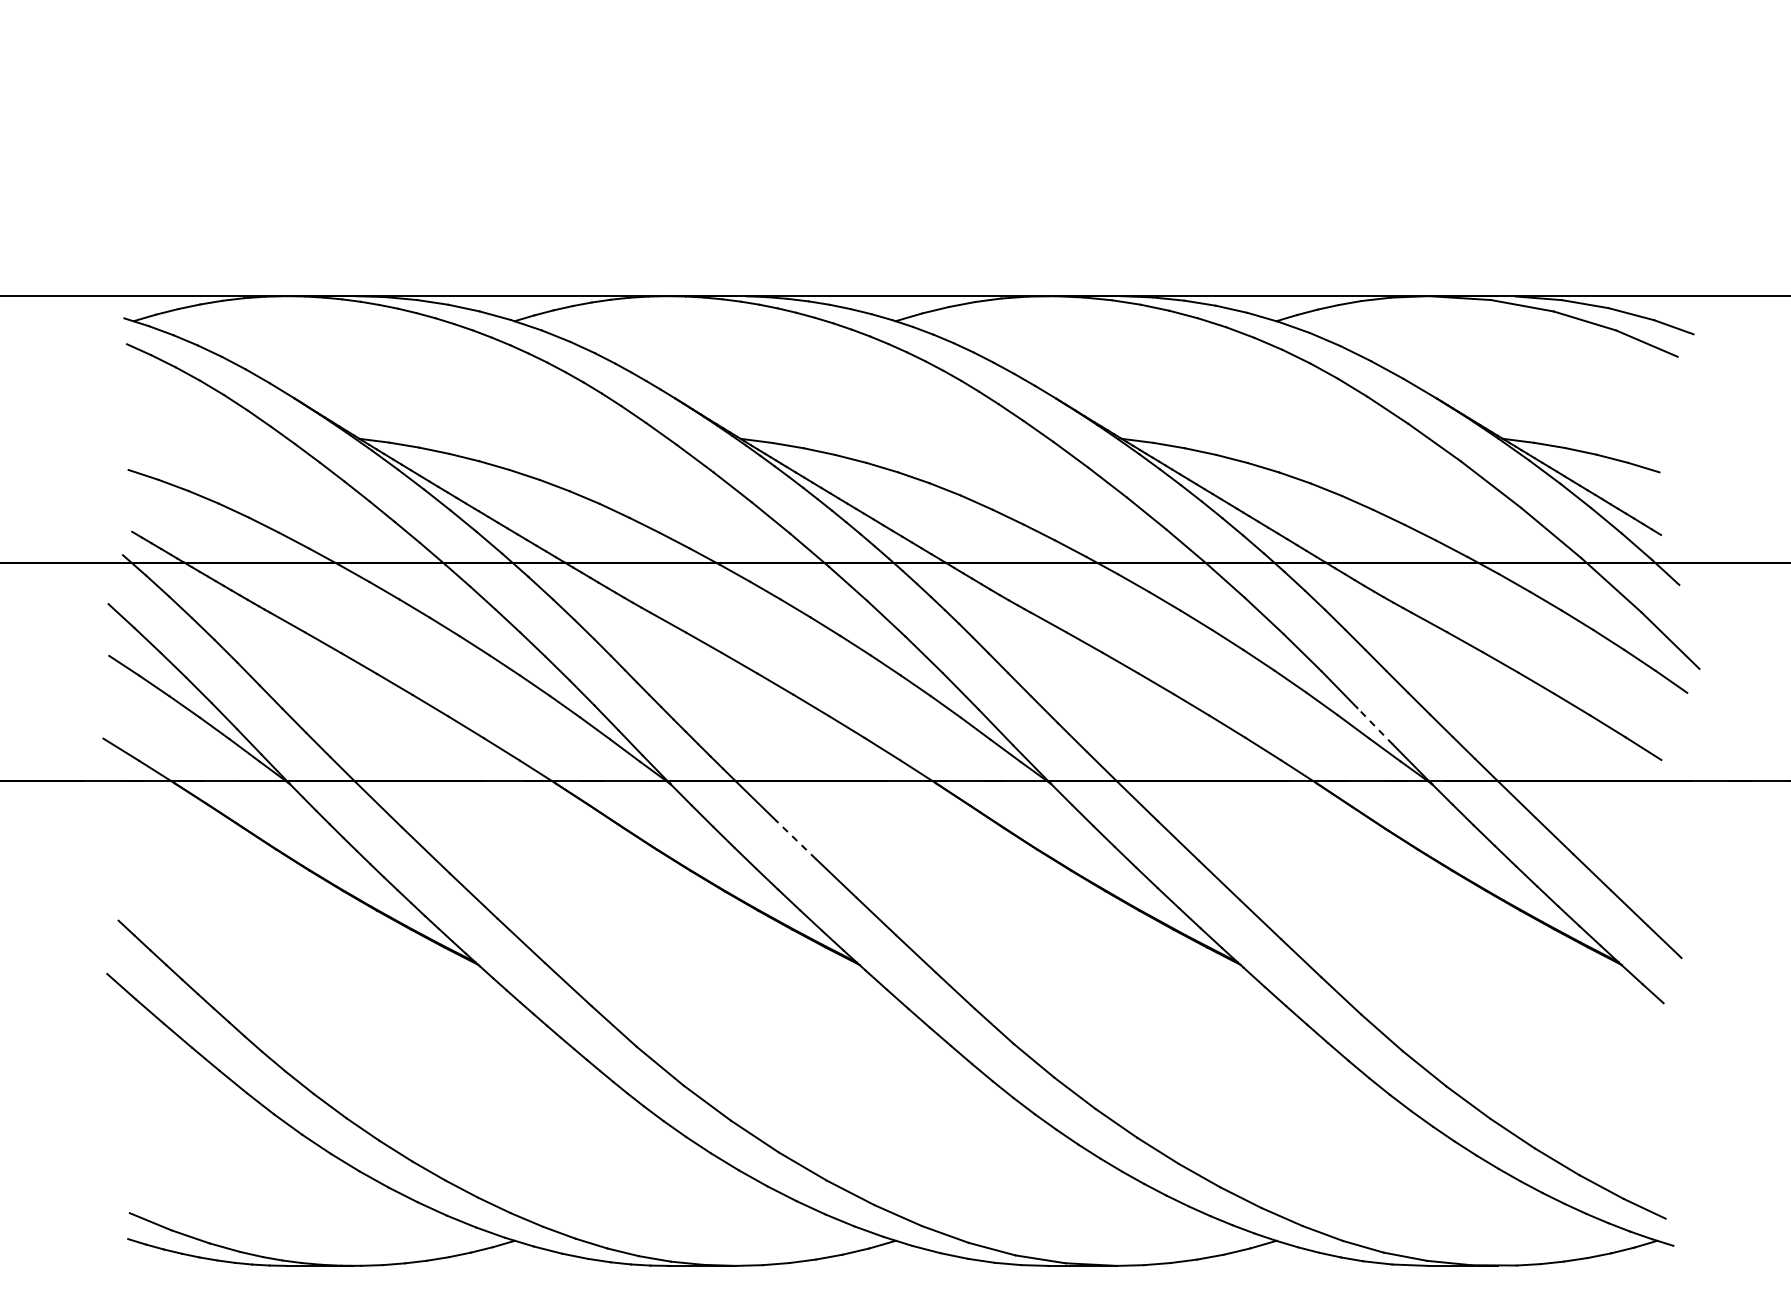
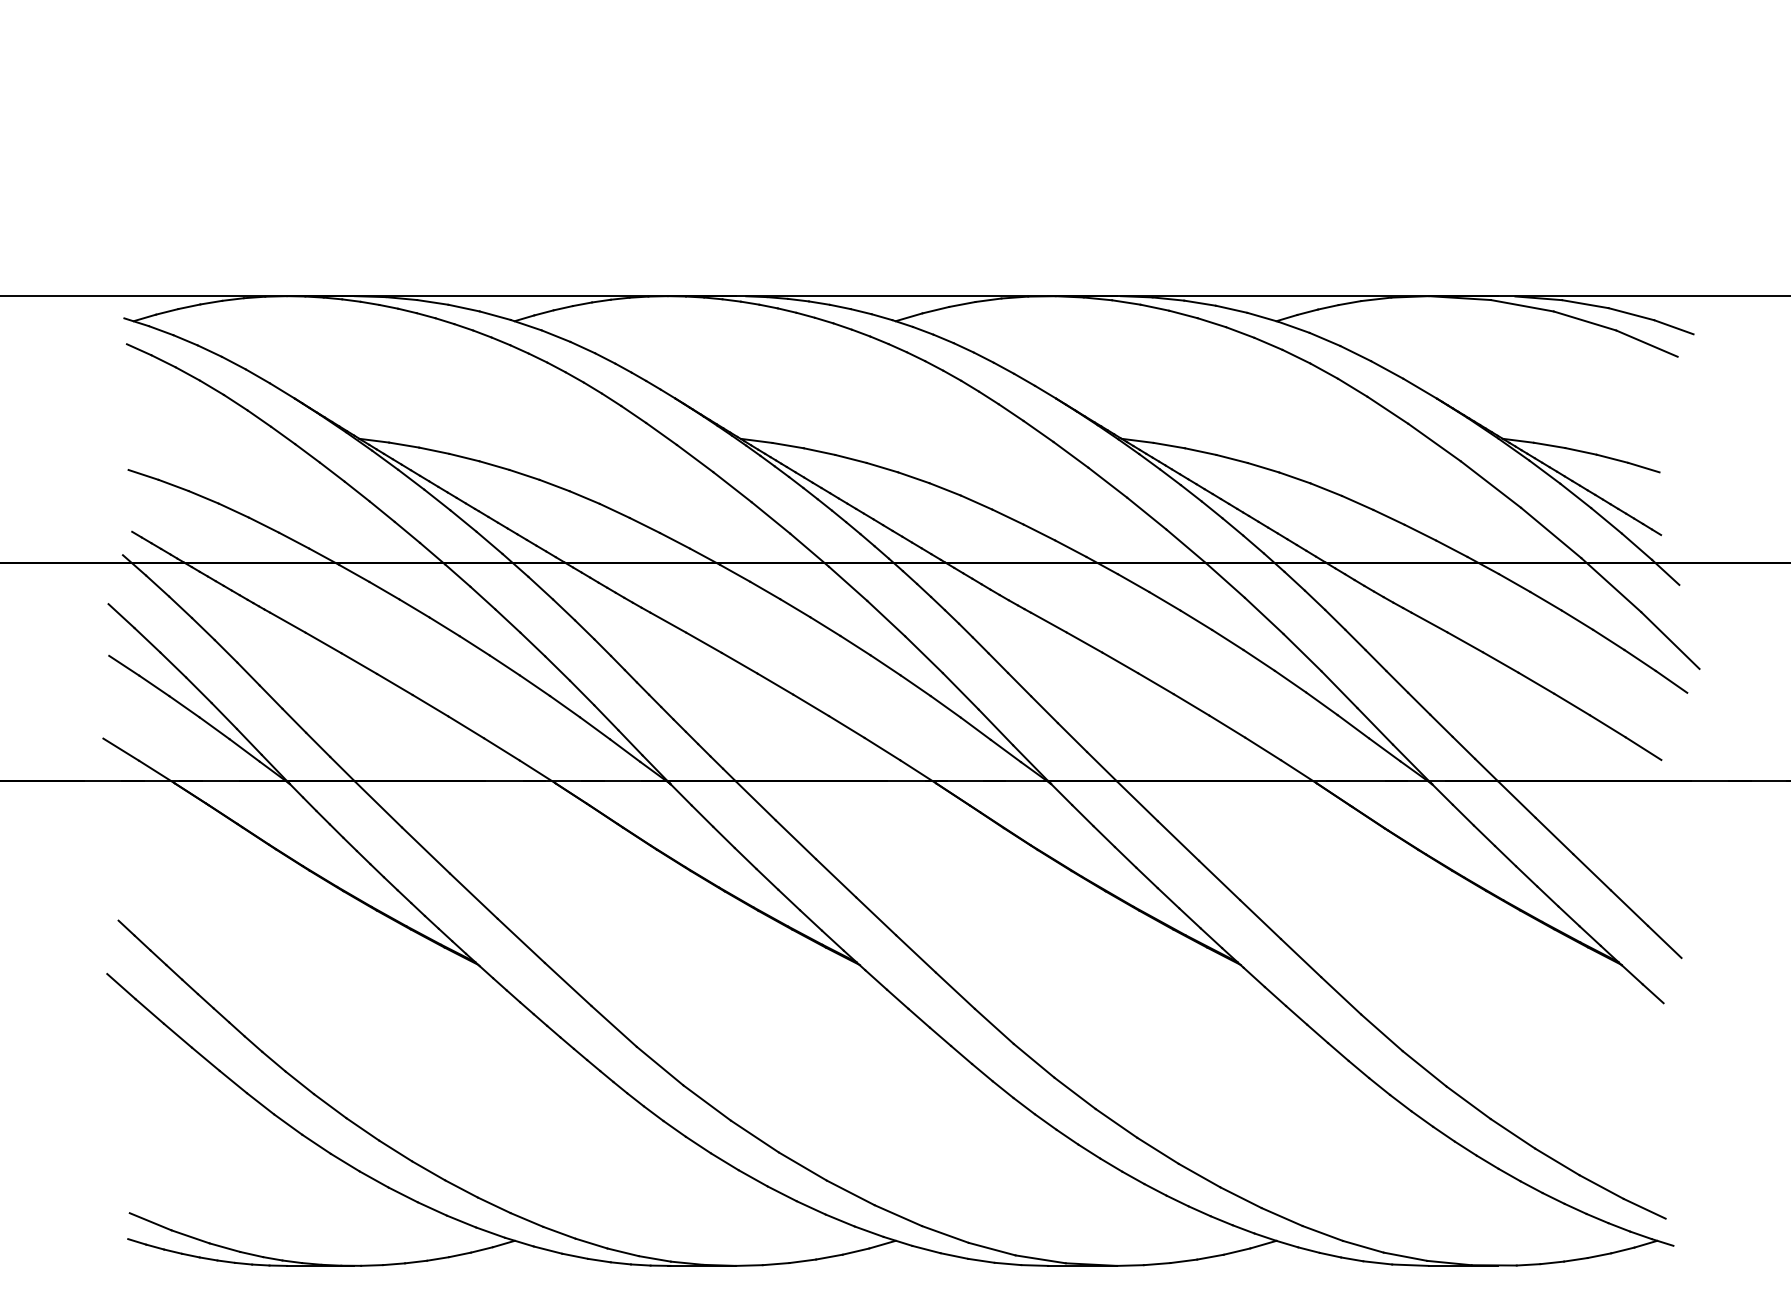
line at (1374, 726): dashed -> solid
line at (795, 839): dashed -> solid
